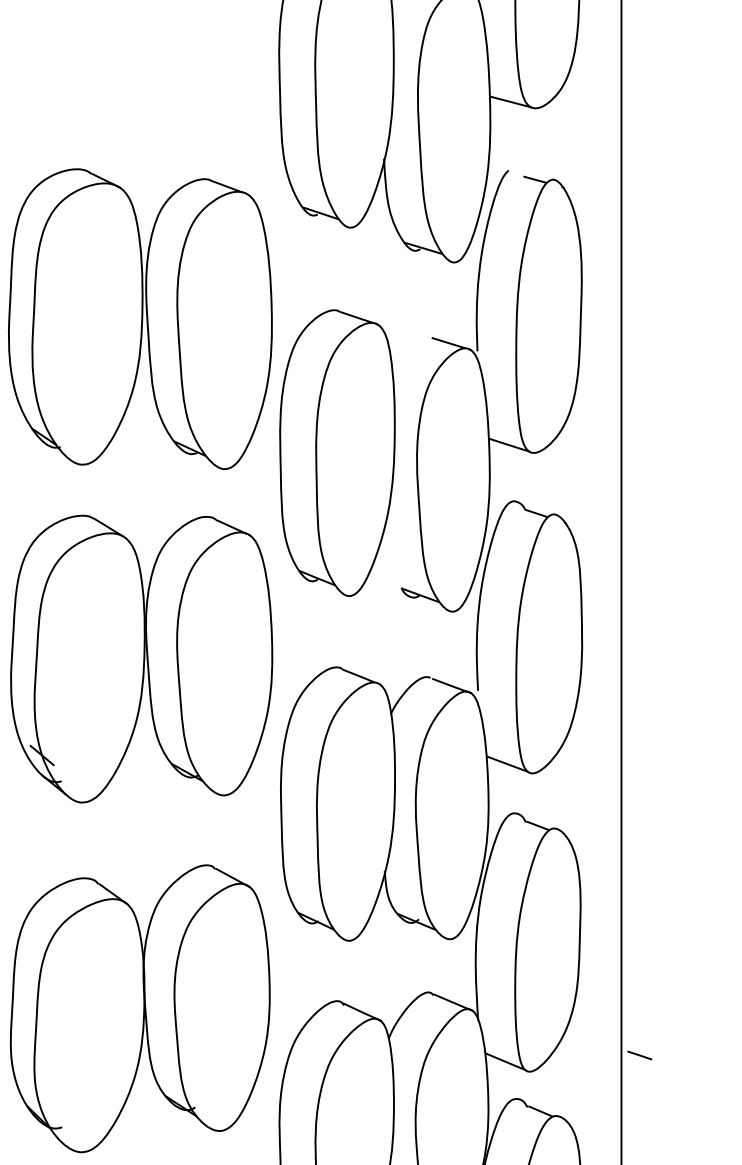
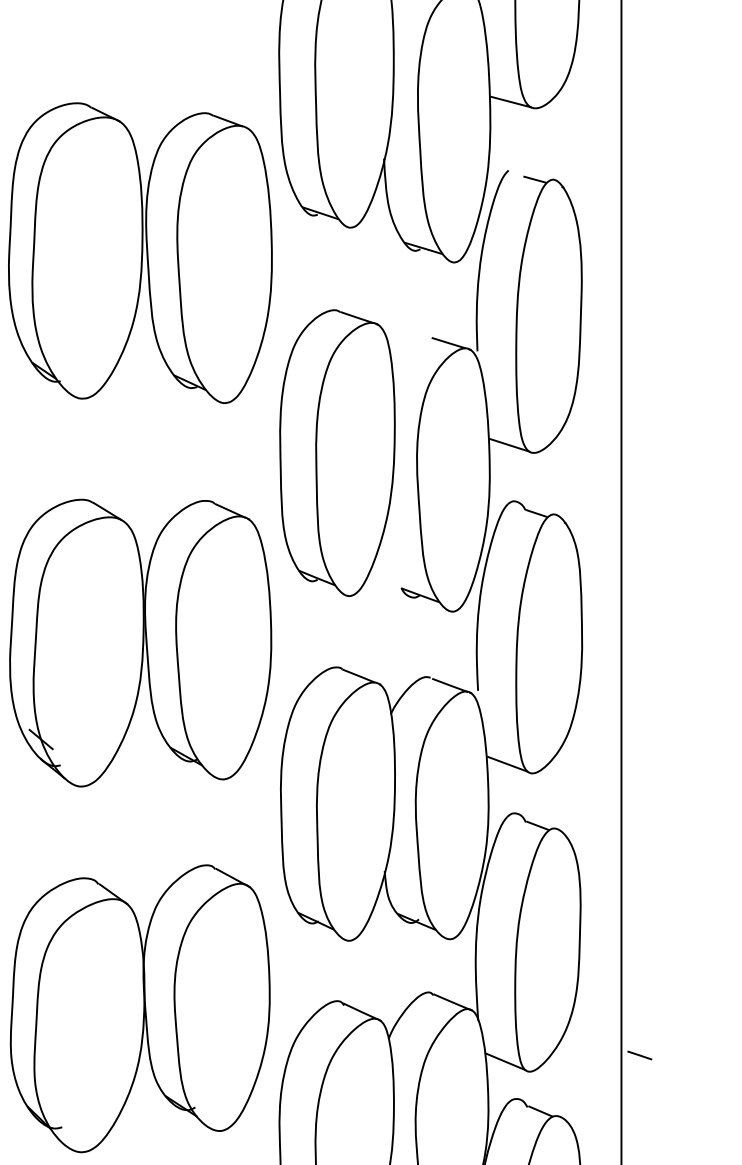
part at (140, 318) position: (140, 318) -> (140, 252)
part at (141, 658) position: (141, 658) -> (140, 642)
